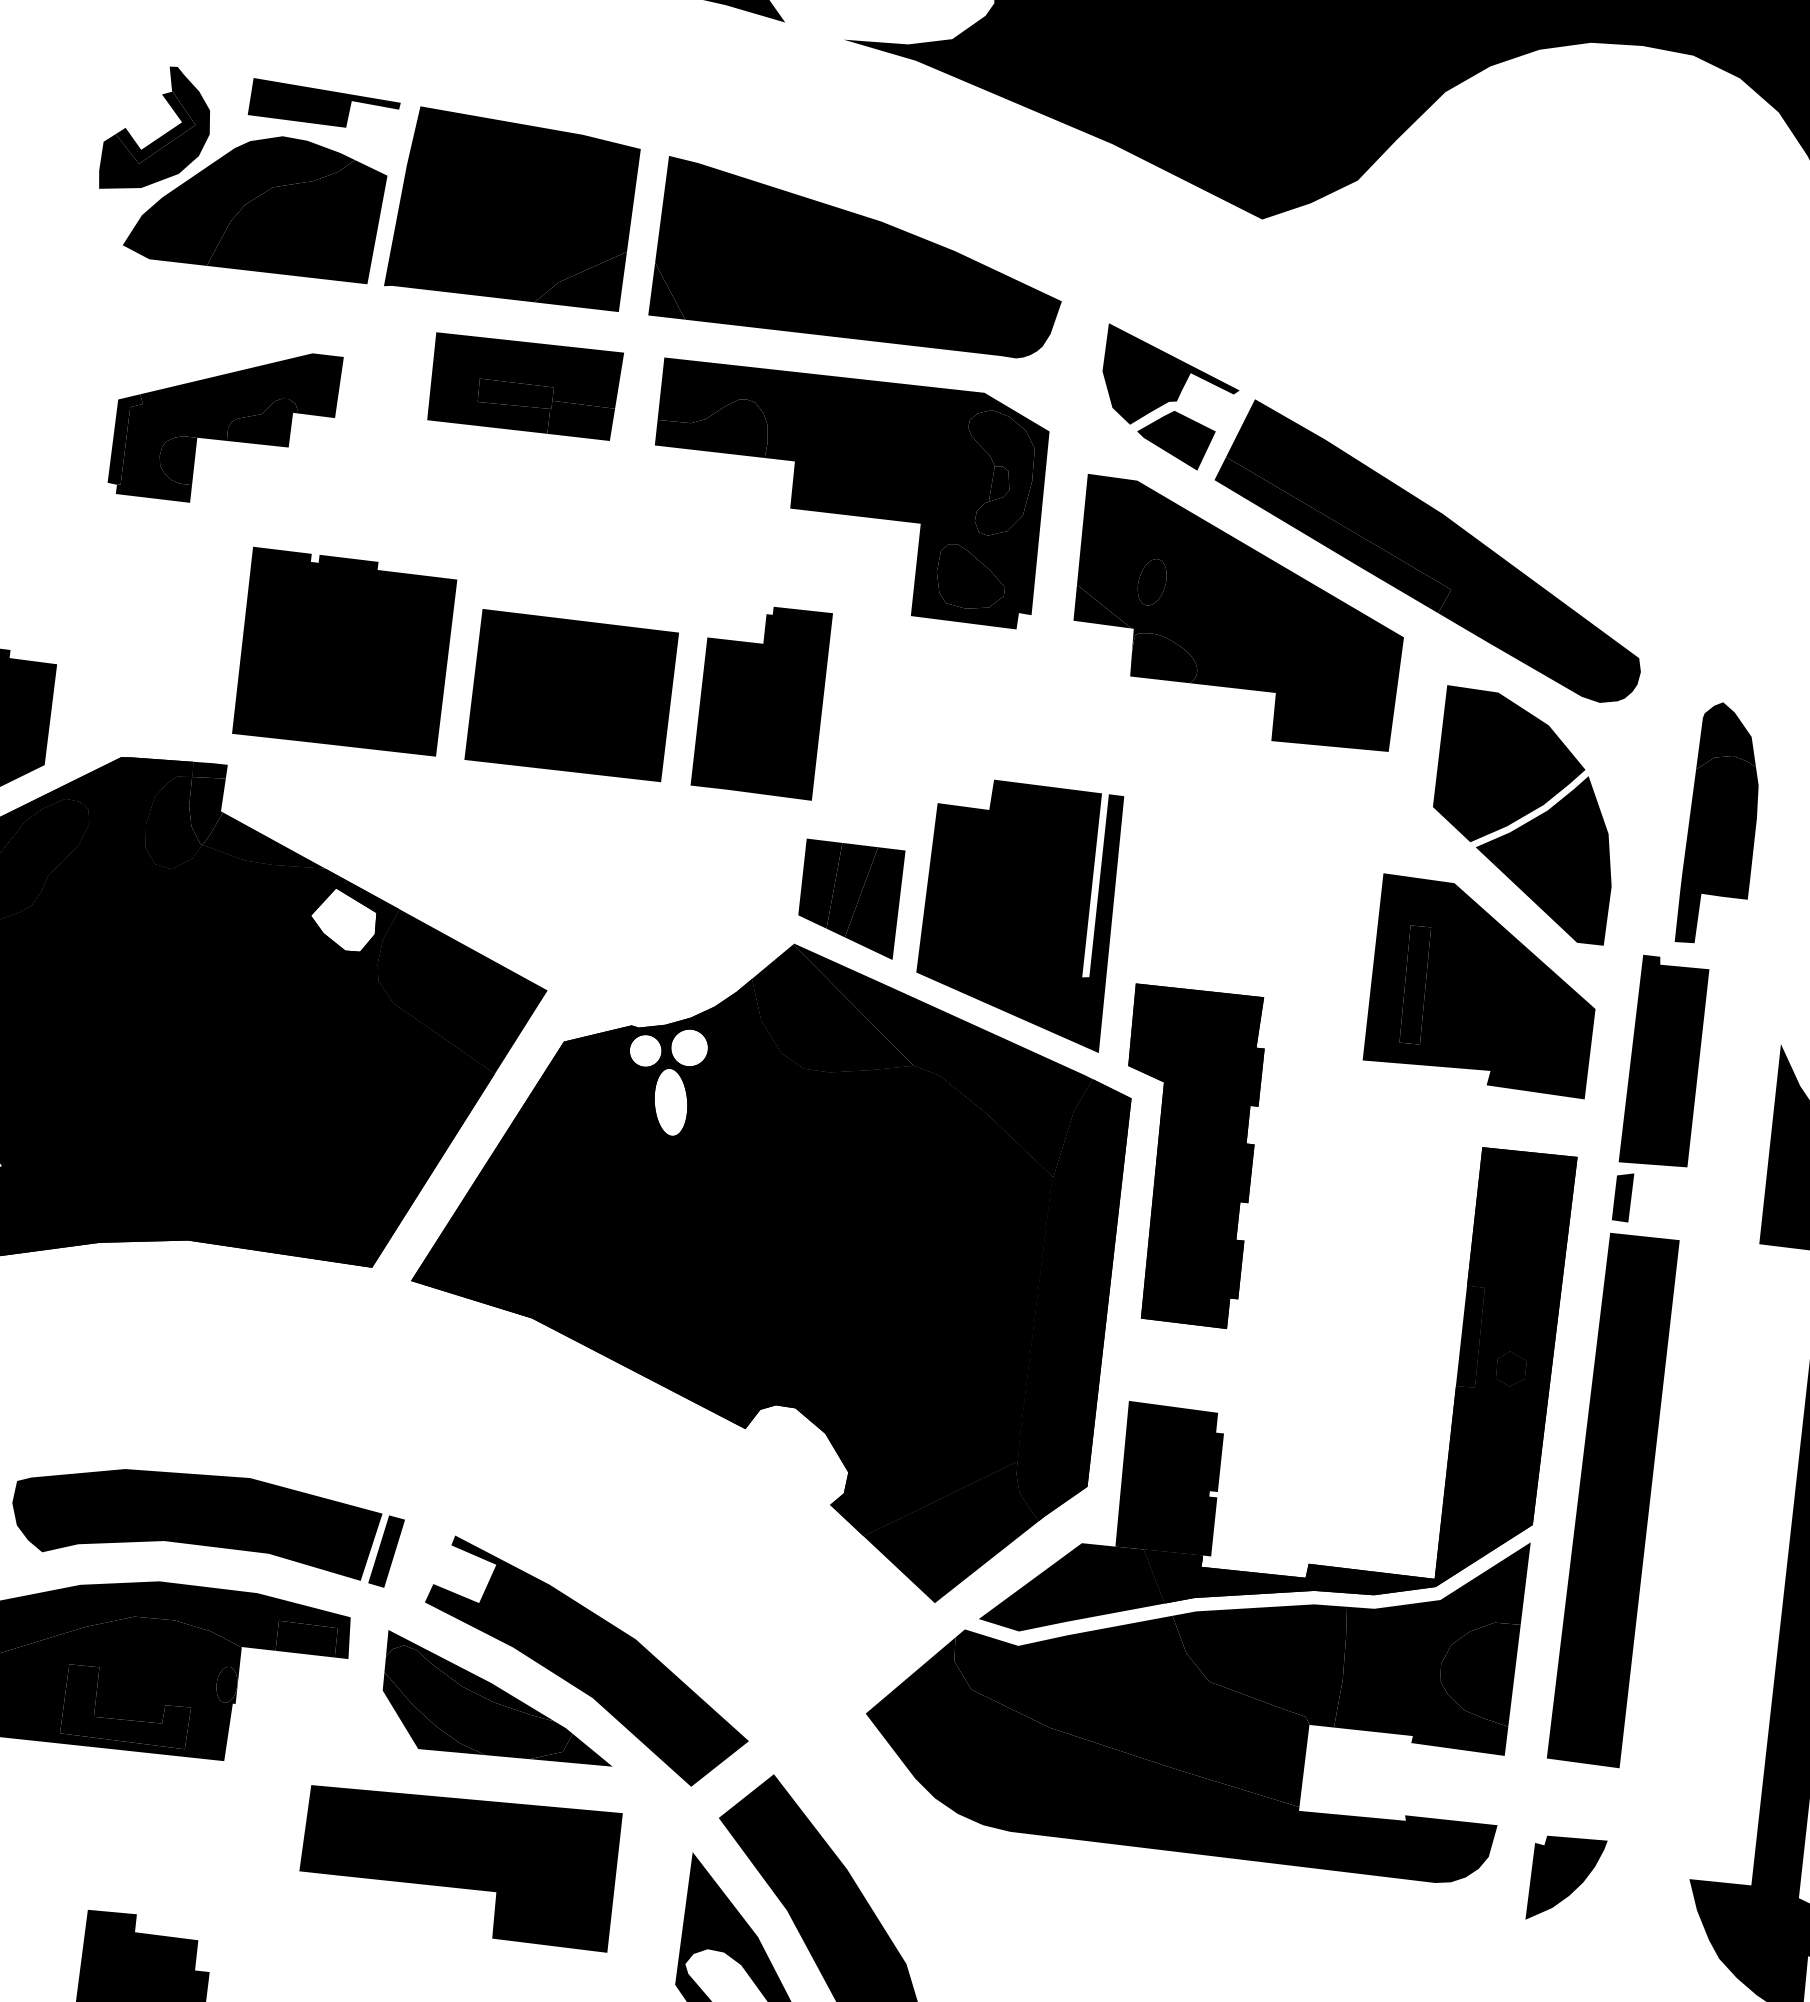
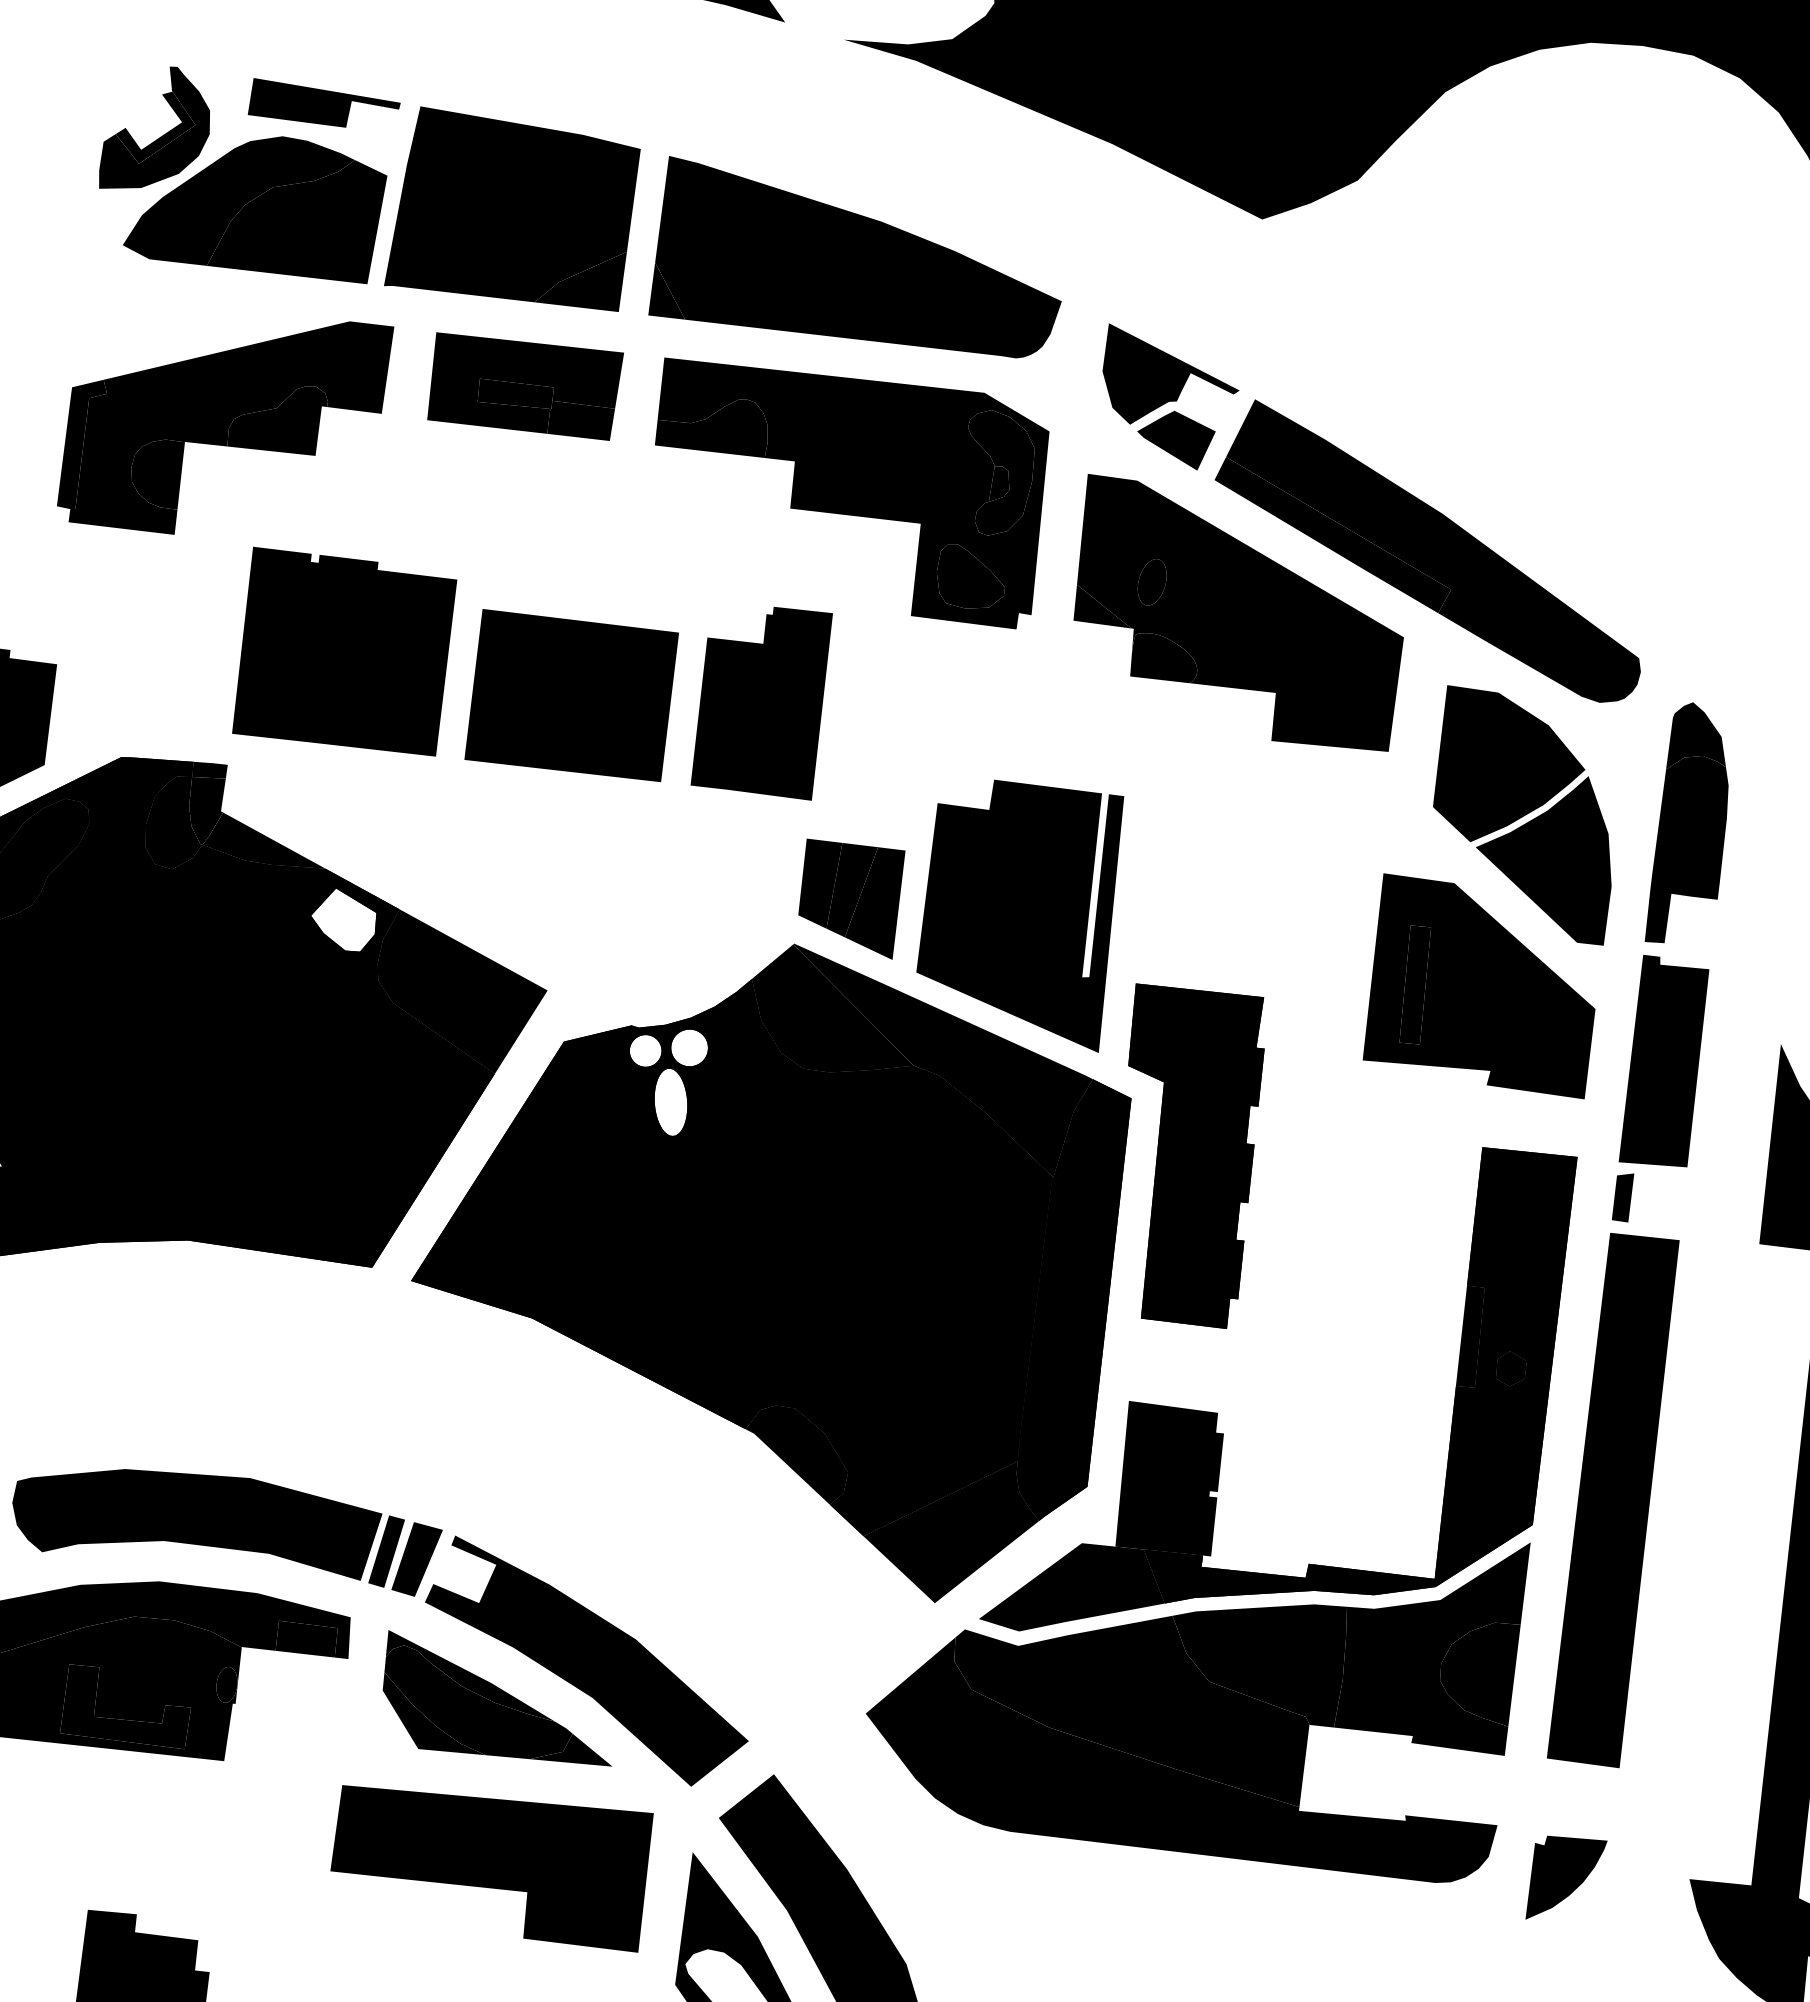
part at (225, 427) size: 237x150 px -> 338x214 px
part at (1716, 822) position: (1716, 822) -> (1686, 822)
fill at (796, 1454): none -> present
fill at (417, 1559): none -> present
part at (460, 1868) position: (460, 1868) -> (491, 1868)
